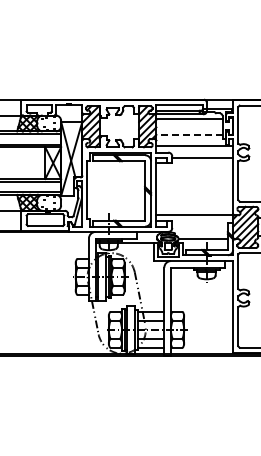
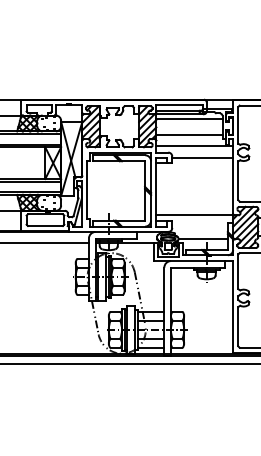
line at (188, 135): dashed -> solid
line at (45, 242): none -> present
line at (129, 364): none -> present
